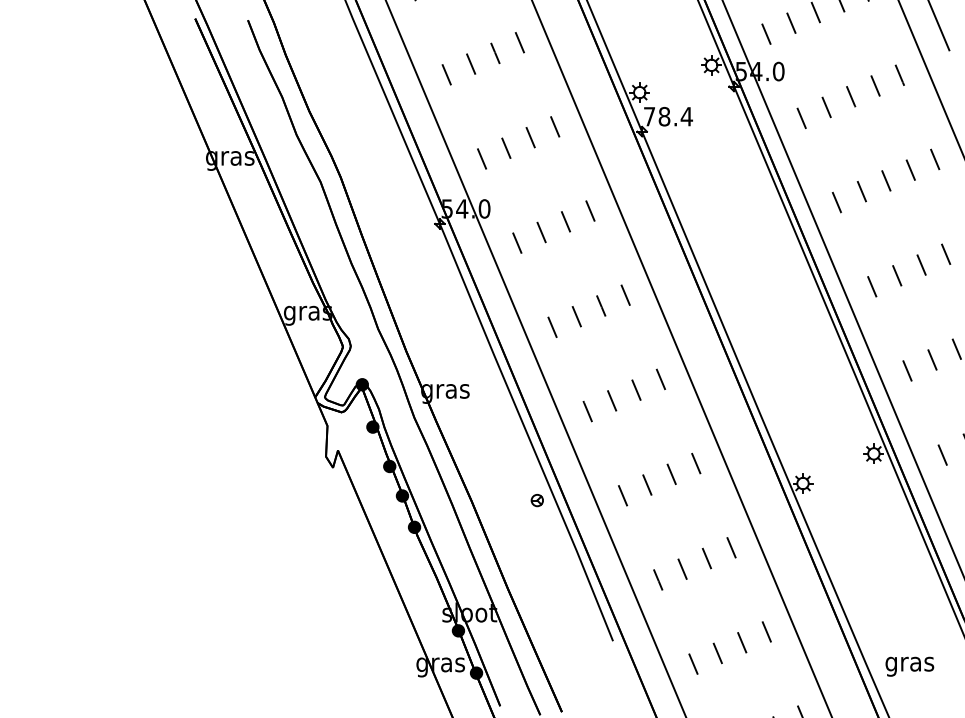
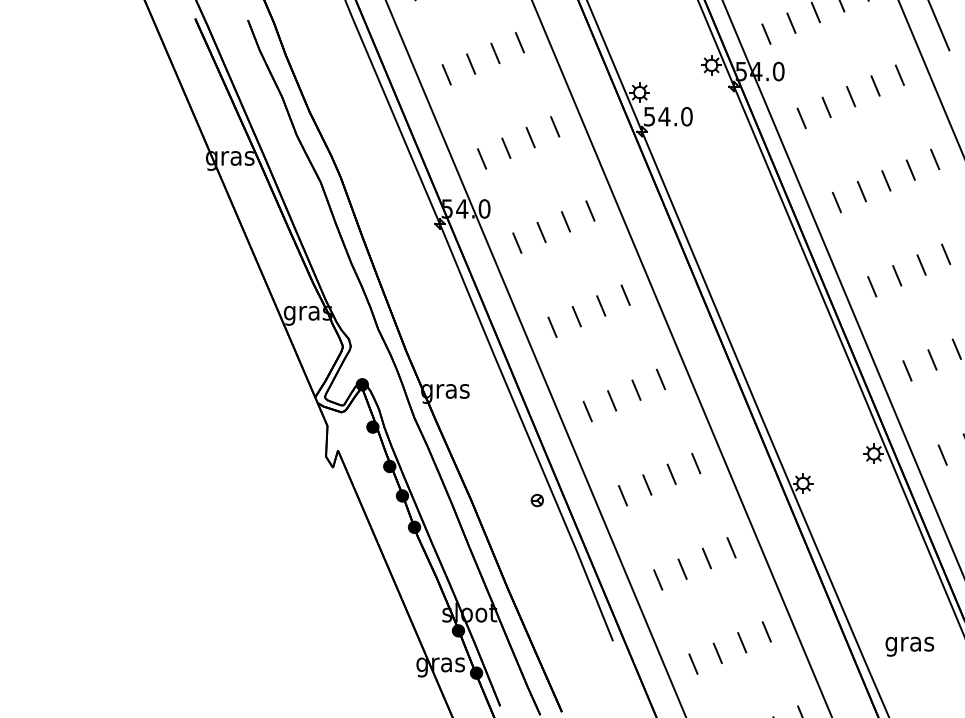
text at (668, 116): 78.4 -> 54.0
text at (909, 666) position: (909, 666) -> (909, 646)
